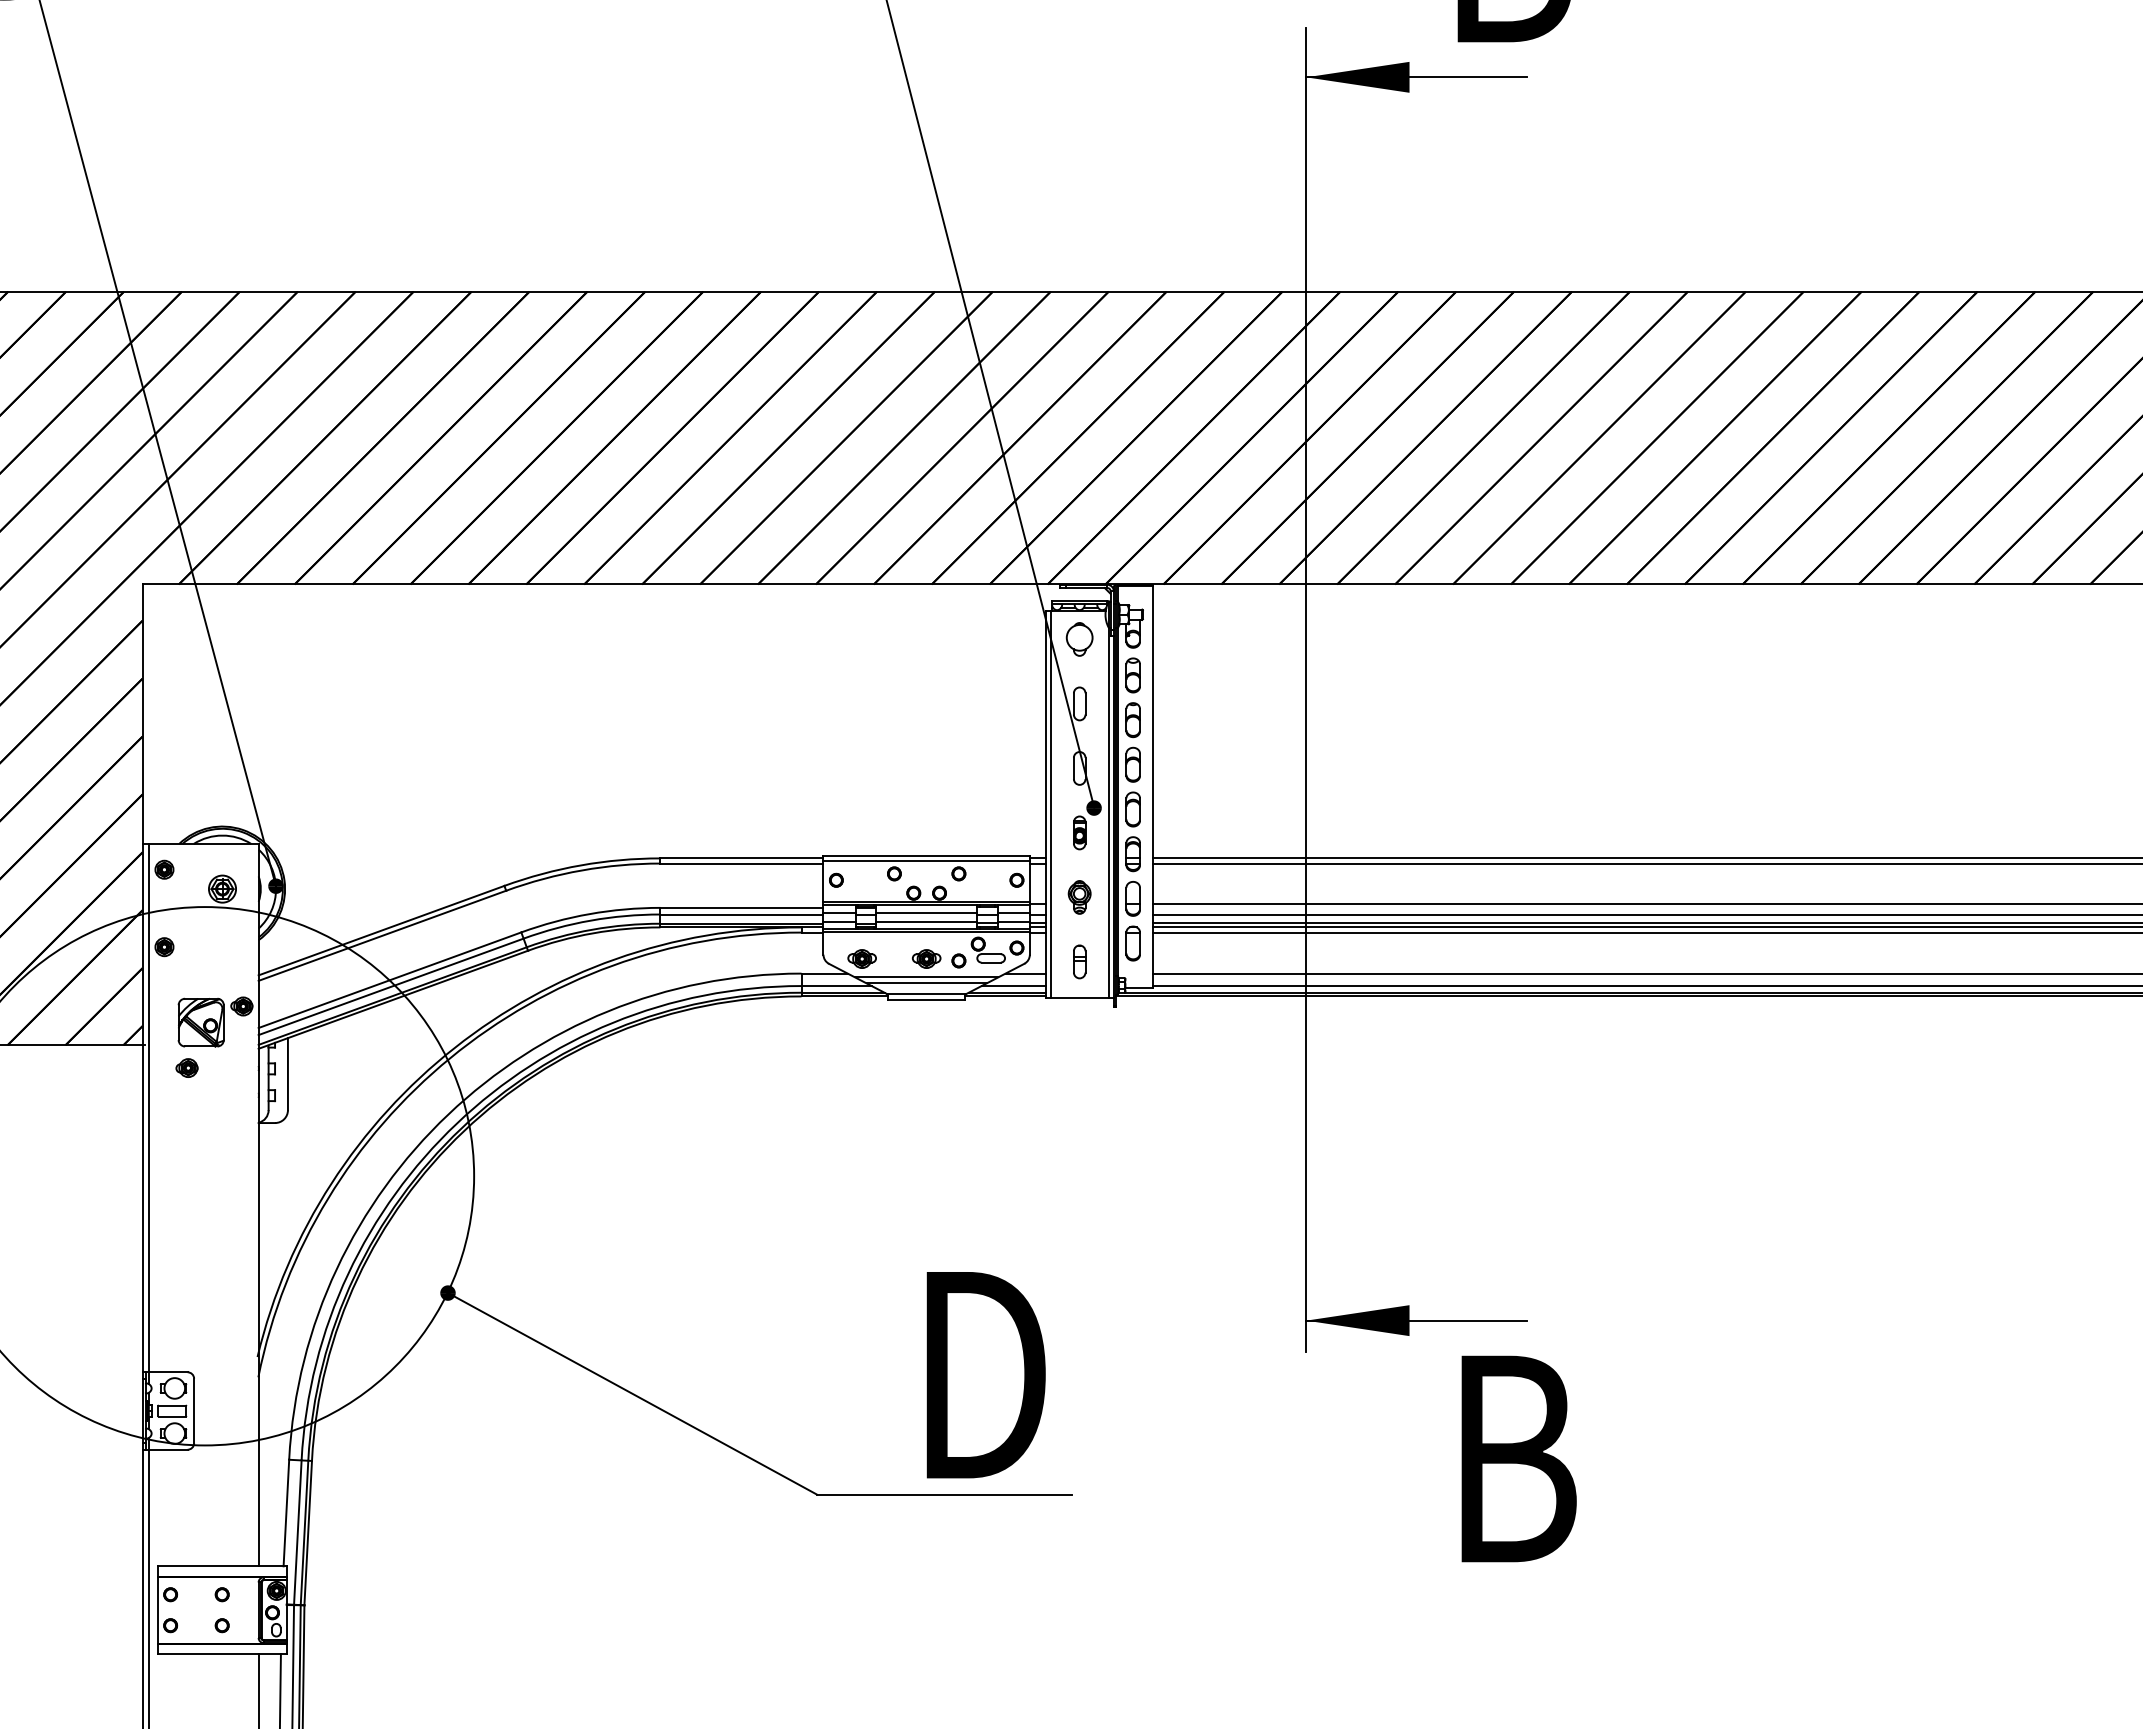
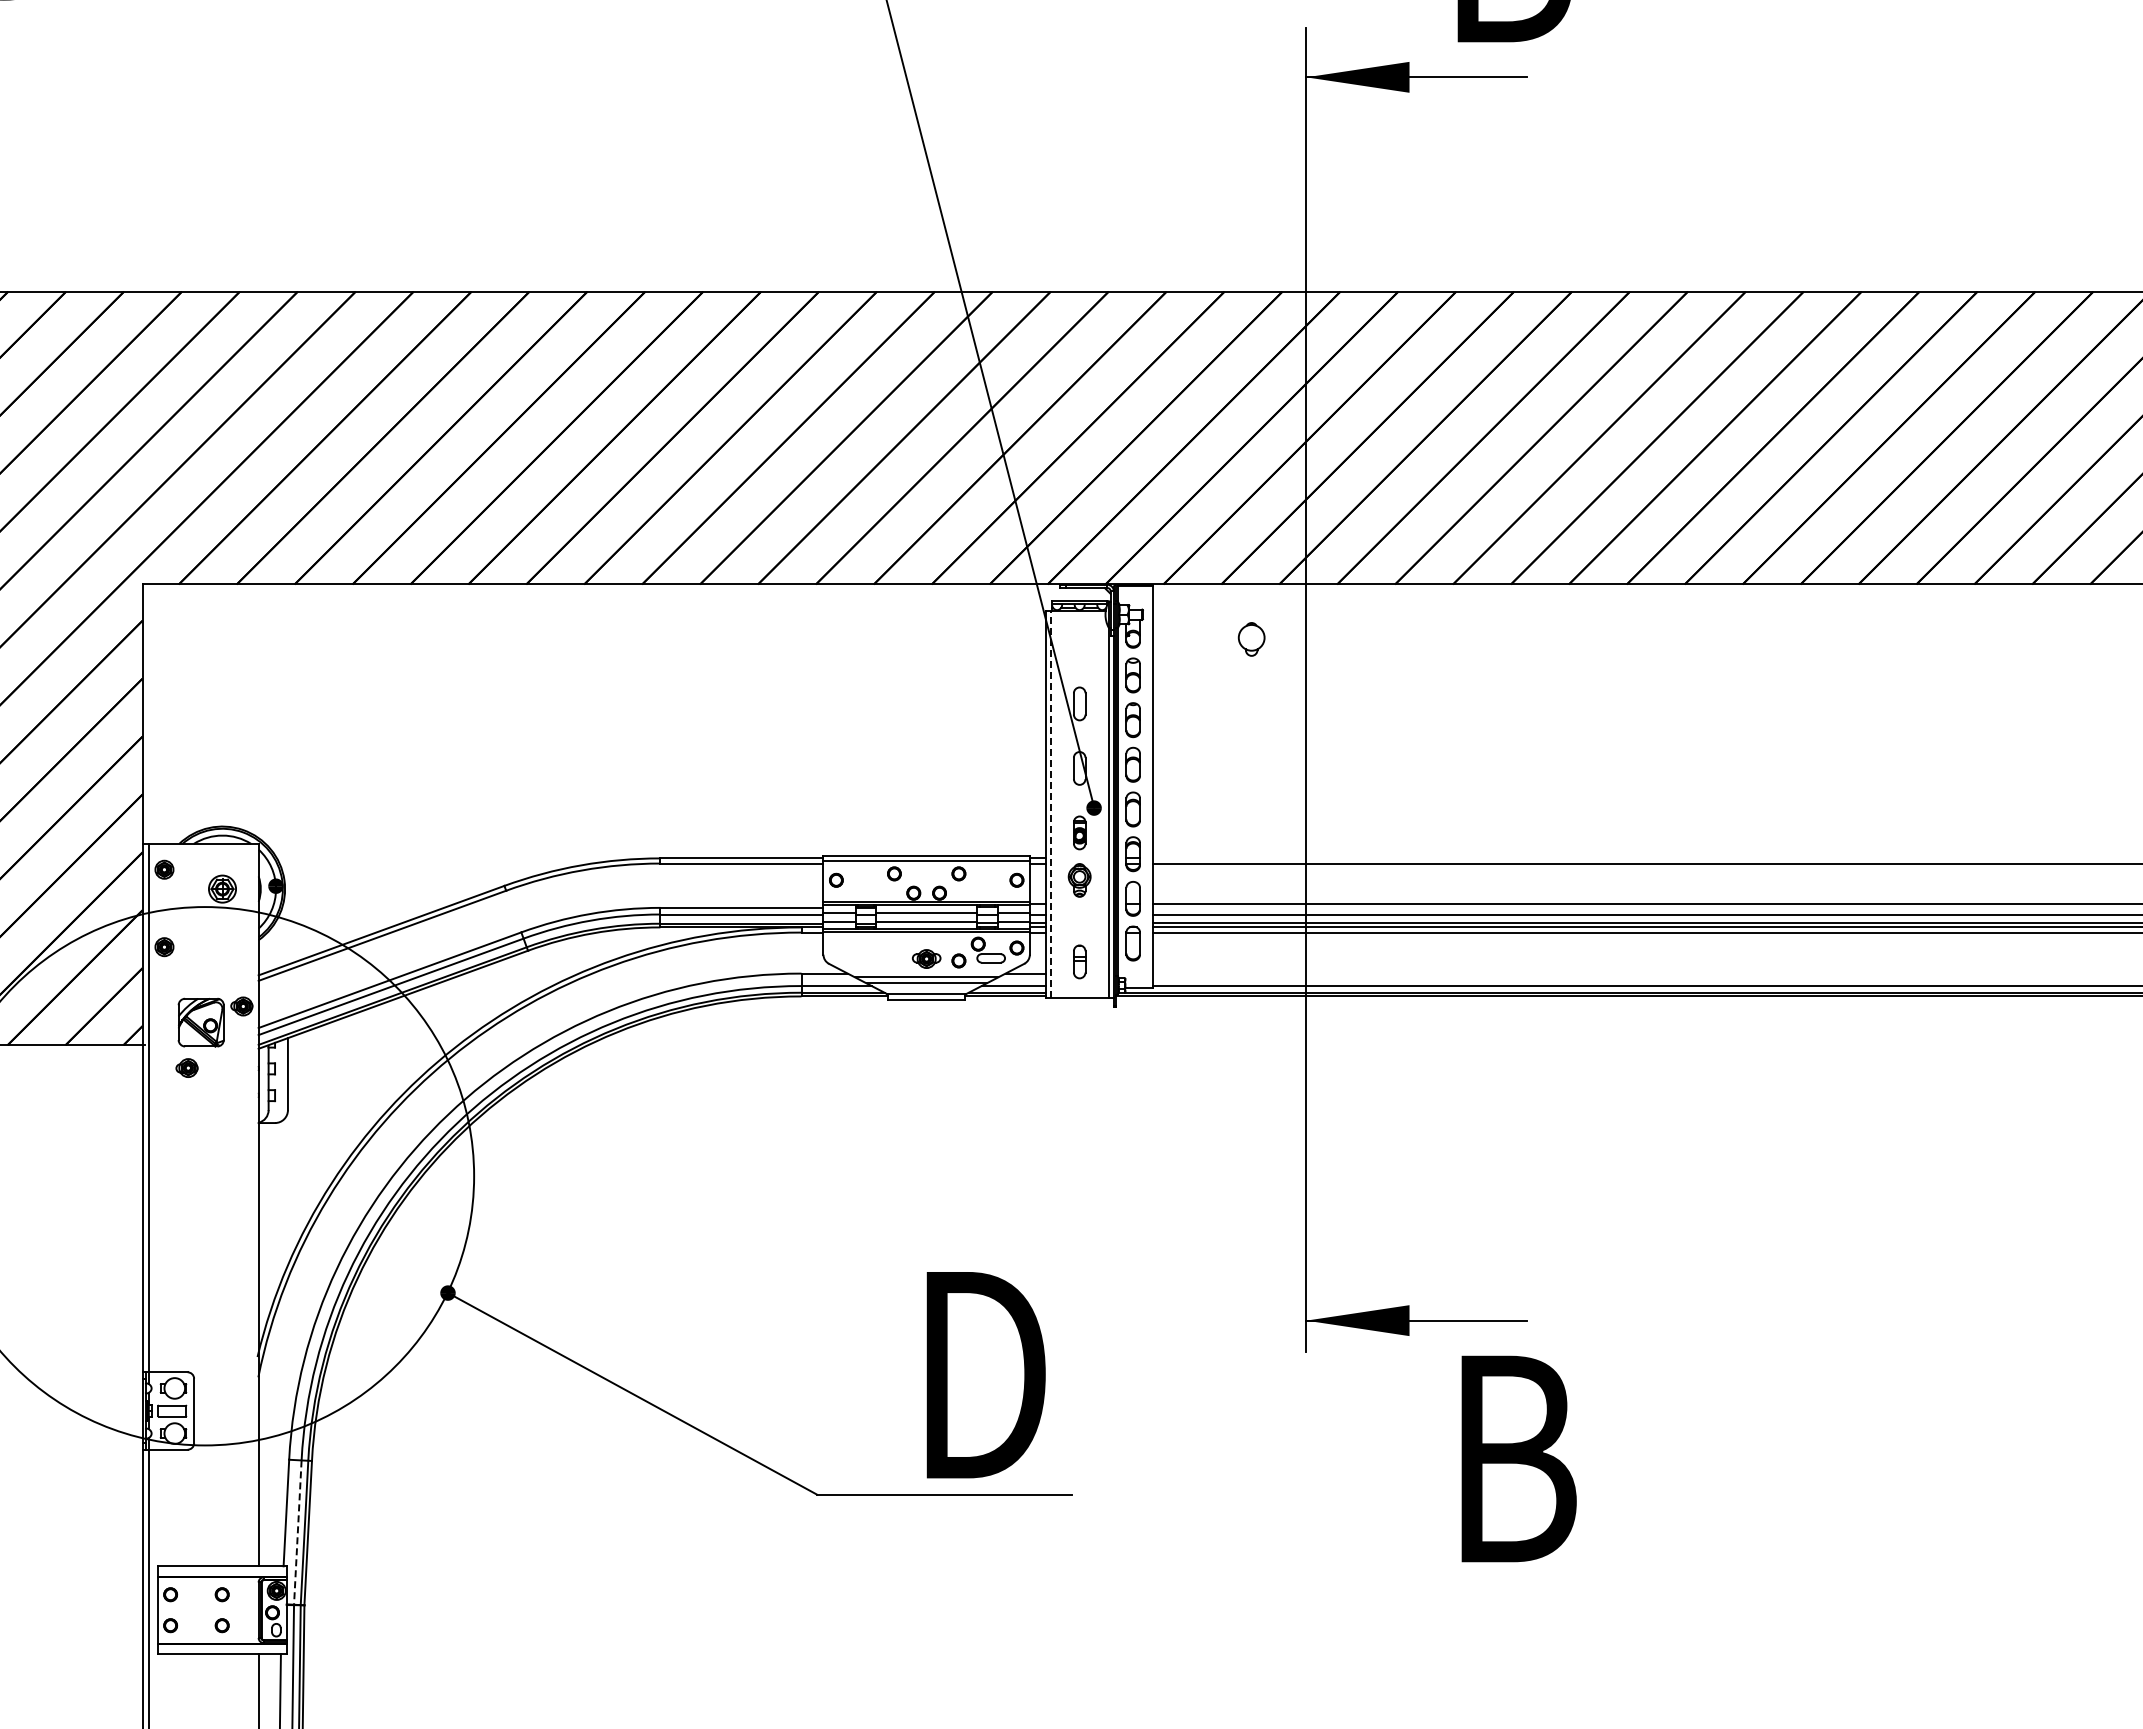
line at (157, 444): present -> none
part at (1079, 639) position: (1079, 639) -> (1251, 639)
line at (1050, 804): solid -> dashed
line at (1645, 858): present -> none
part at (1079, 897) position: (1079, 897) -> (1079, 880)
part at (861, 958): present -> none
line at (1645, 973): present -> none
line at (297, 1533): solid -> dashed
